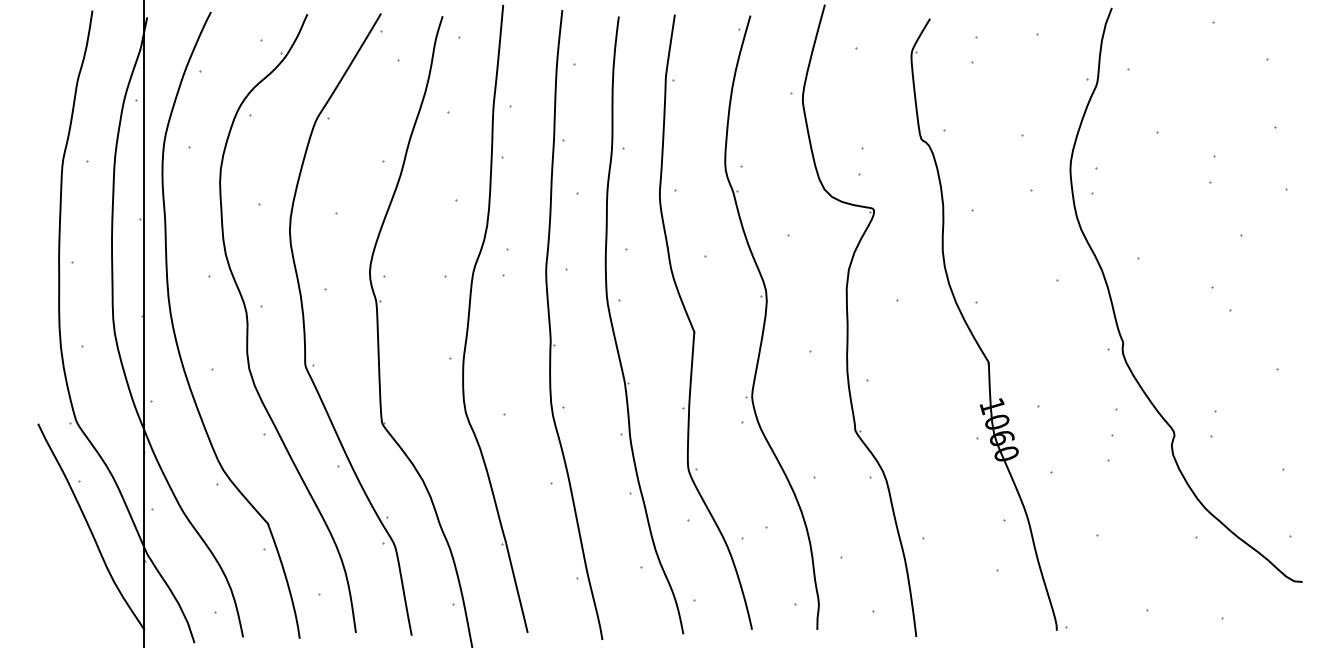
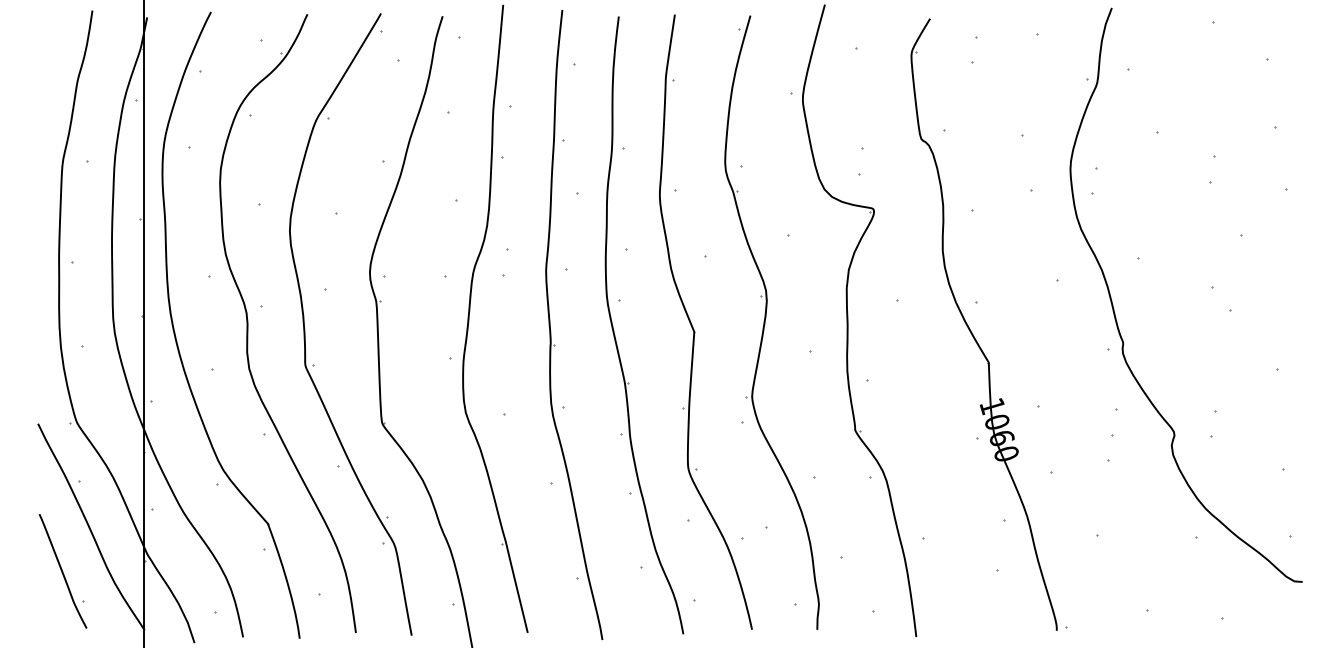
part at (62, 571): none -> present
